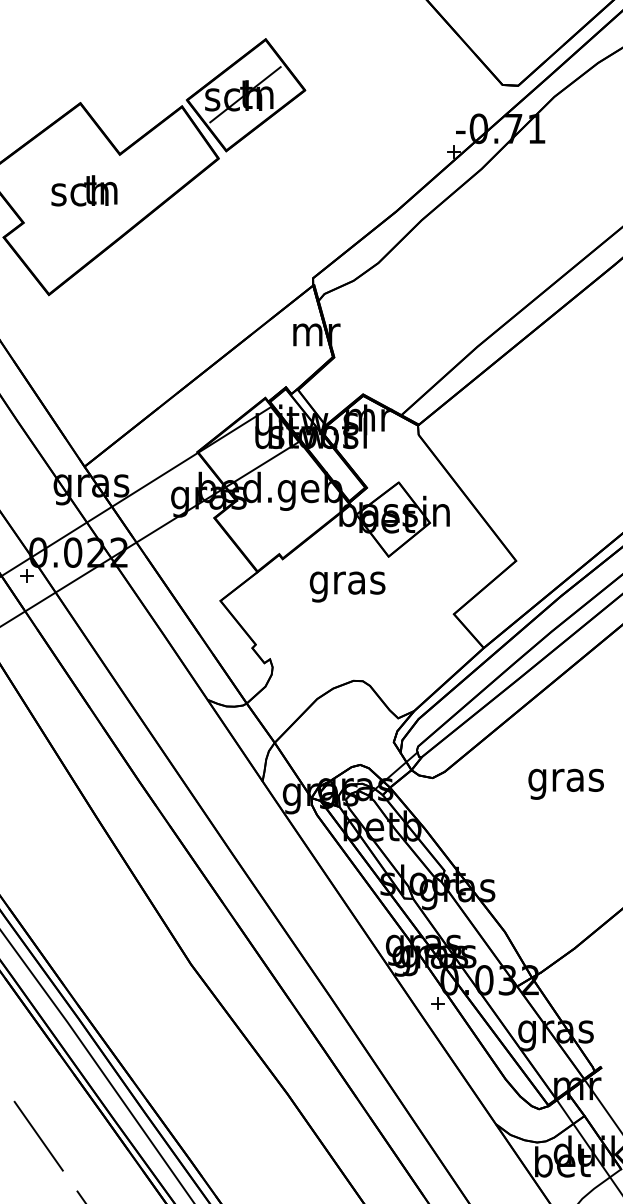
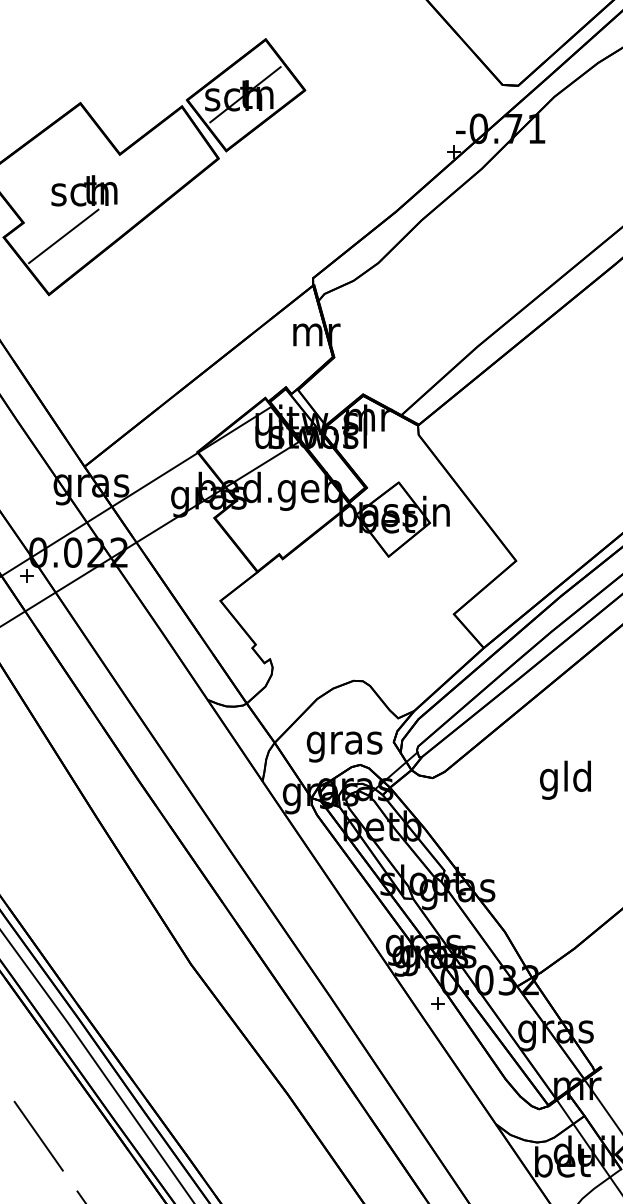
line at (63, 236): none -> present
text at (347, 586) position: (347, 586) -> (344, 746)
text at (565, 779): gras -> gld
